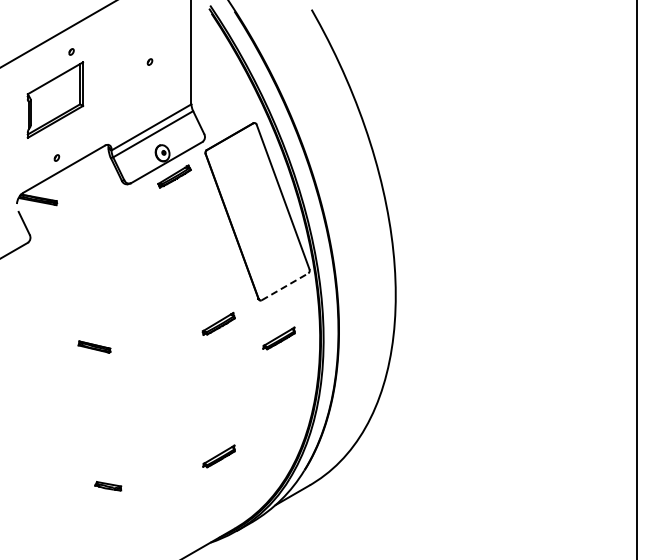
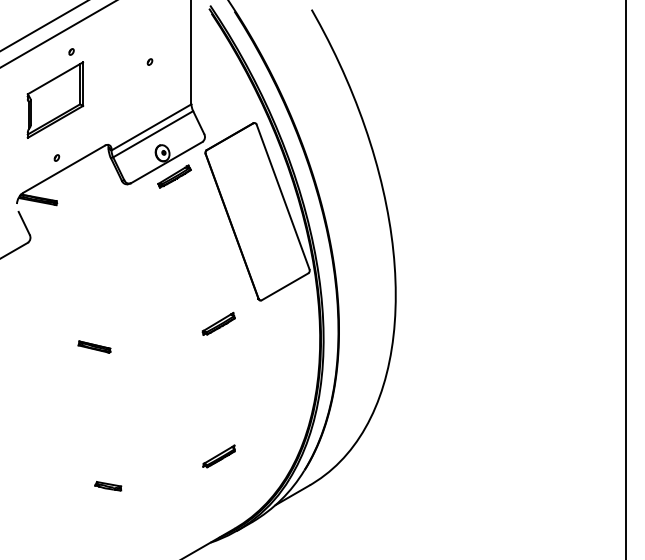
line at (43, 26): none -> present
line at (636, 279) position: (636, 279) -> (625, 279)
line at (285, 286): dashed -> solid
part at (278, 338): present -> none
